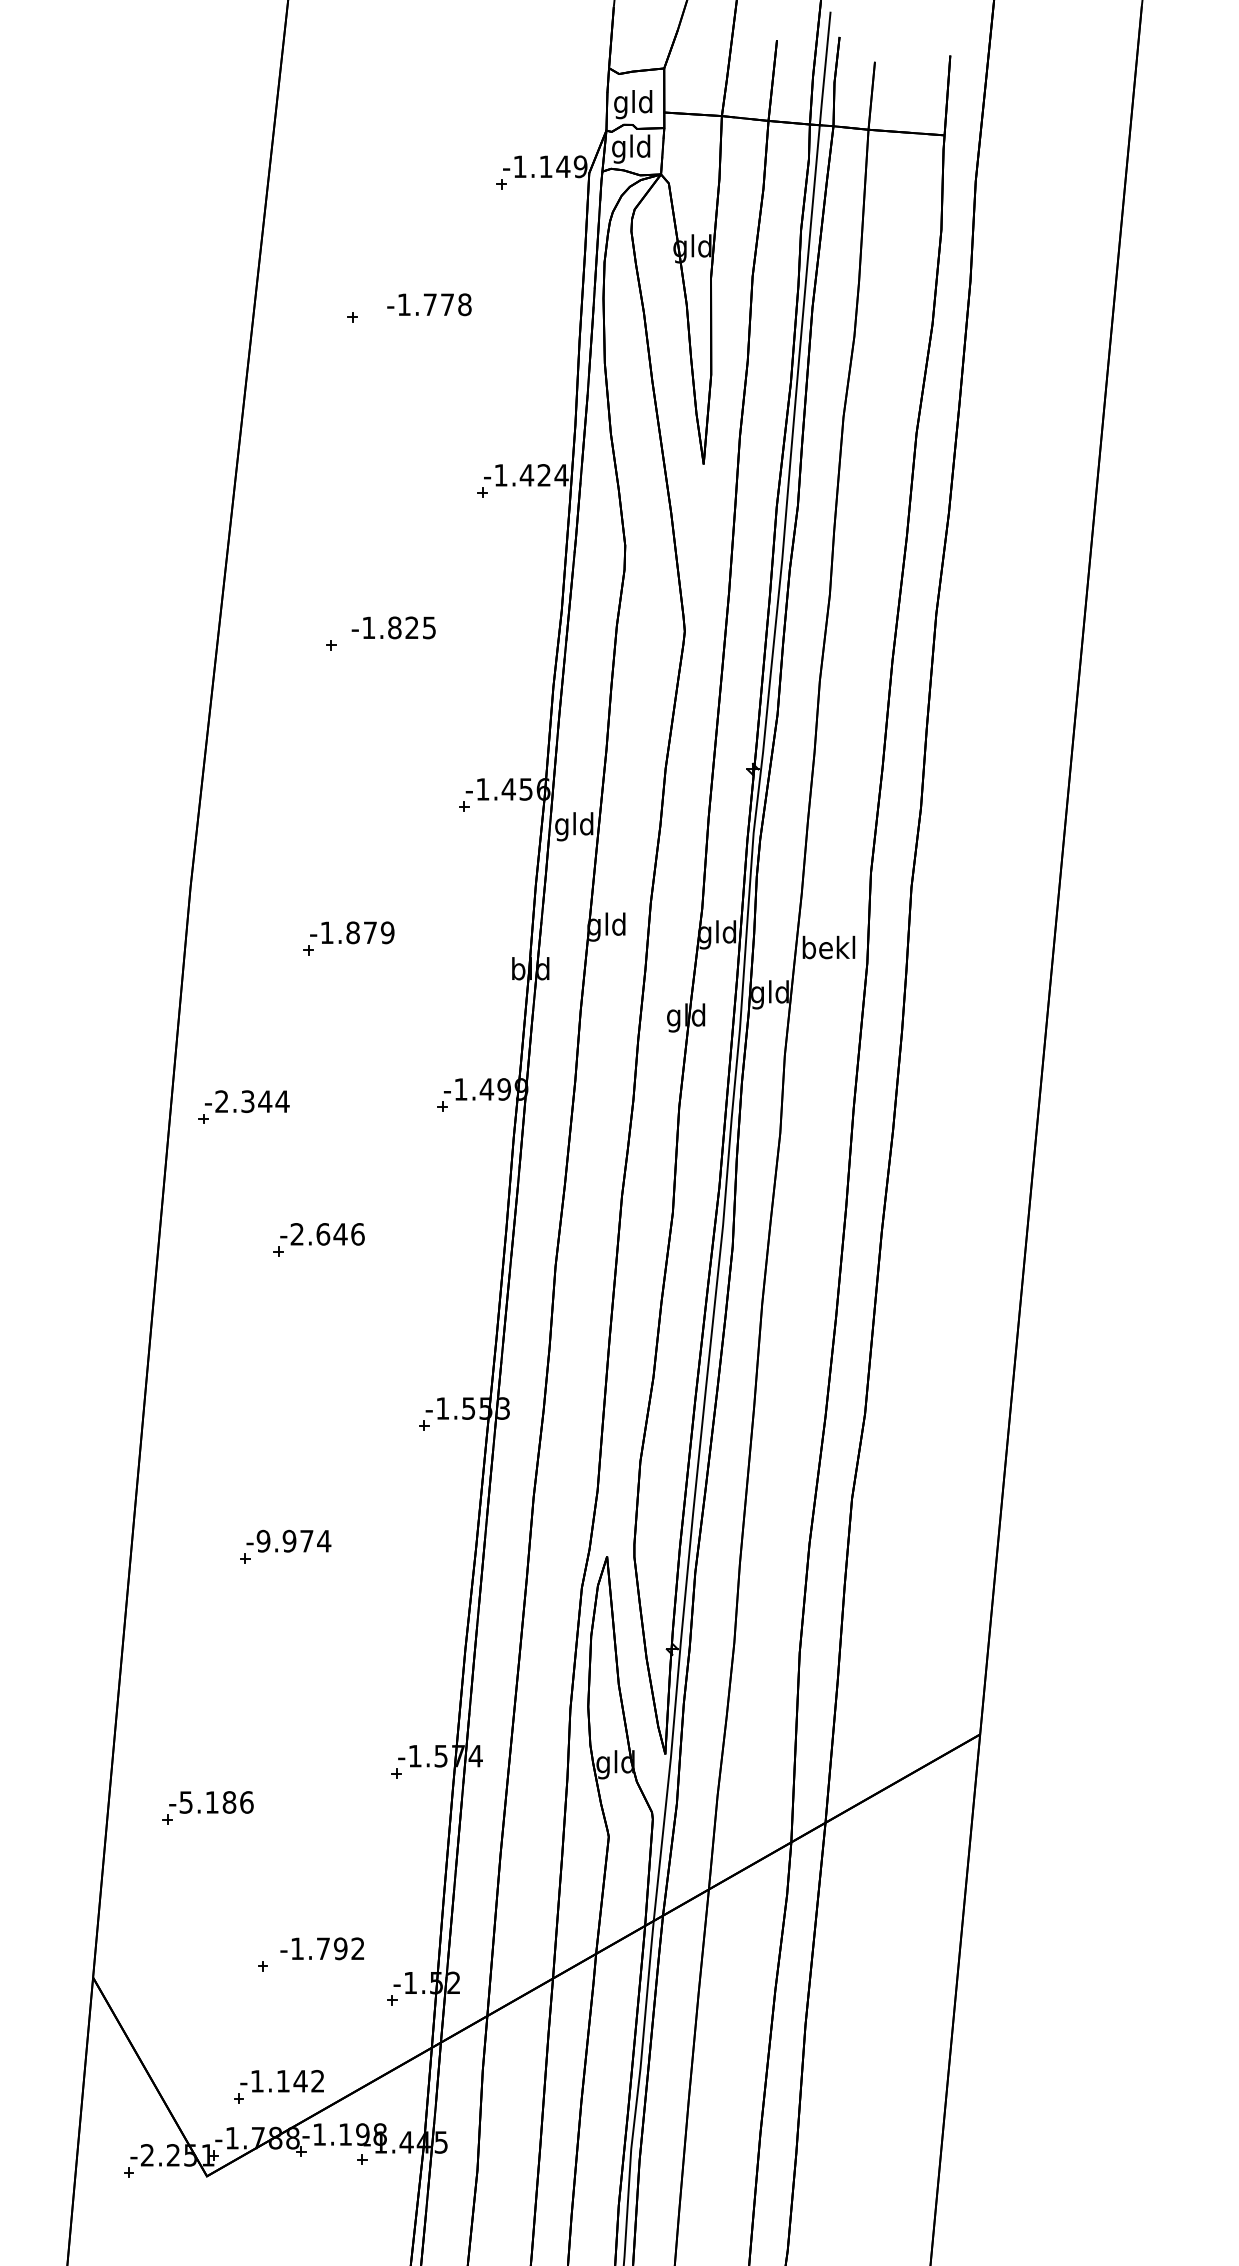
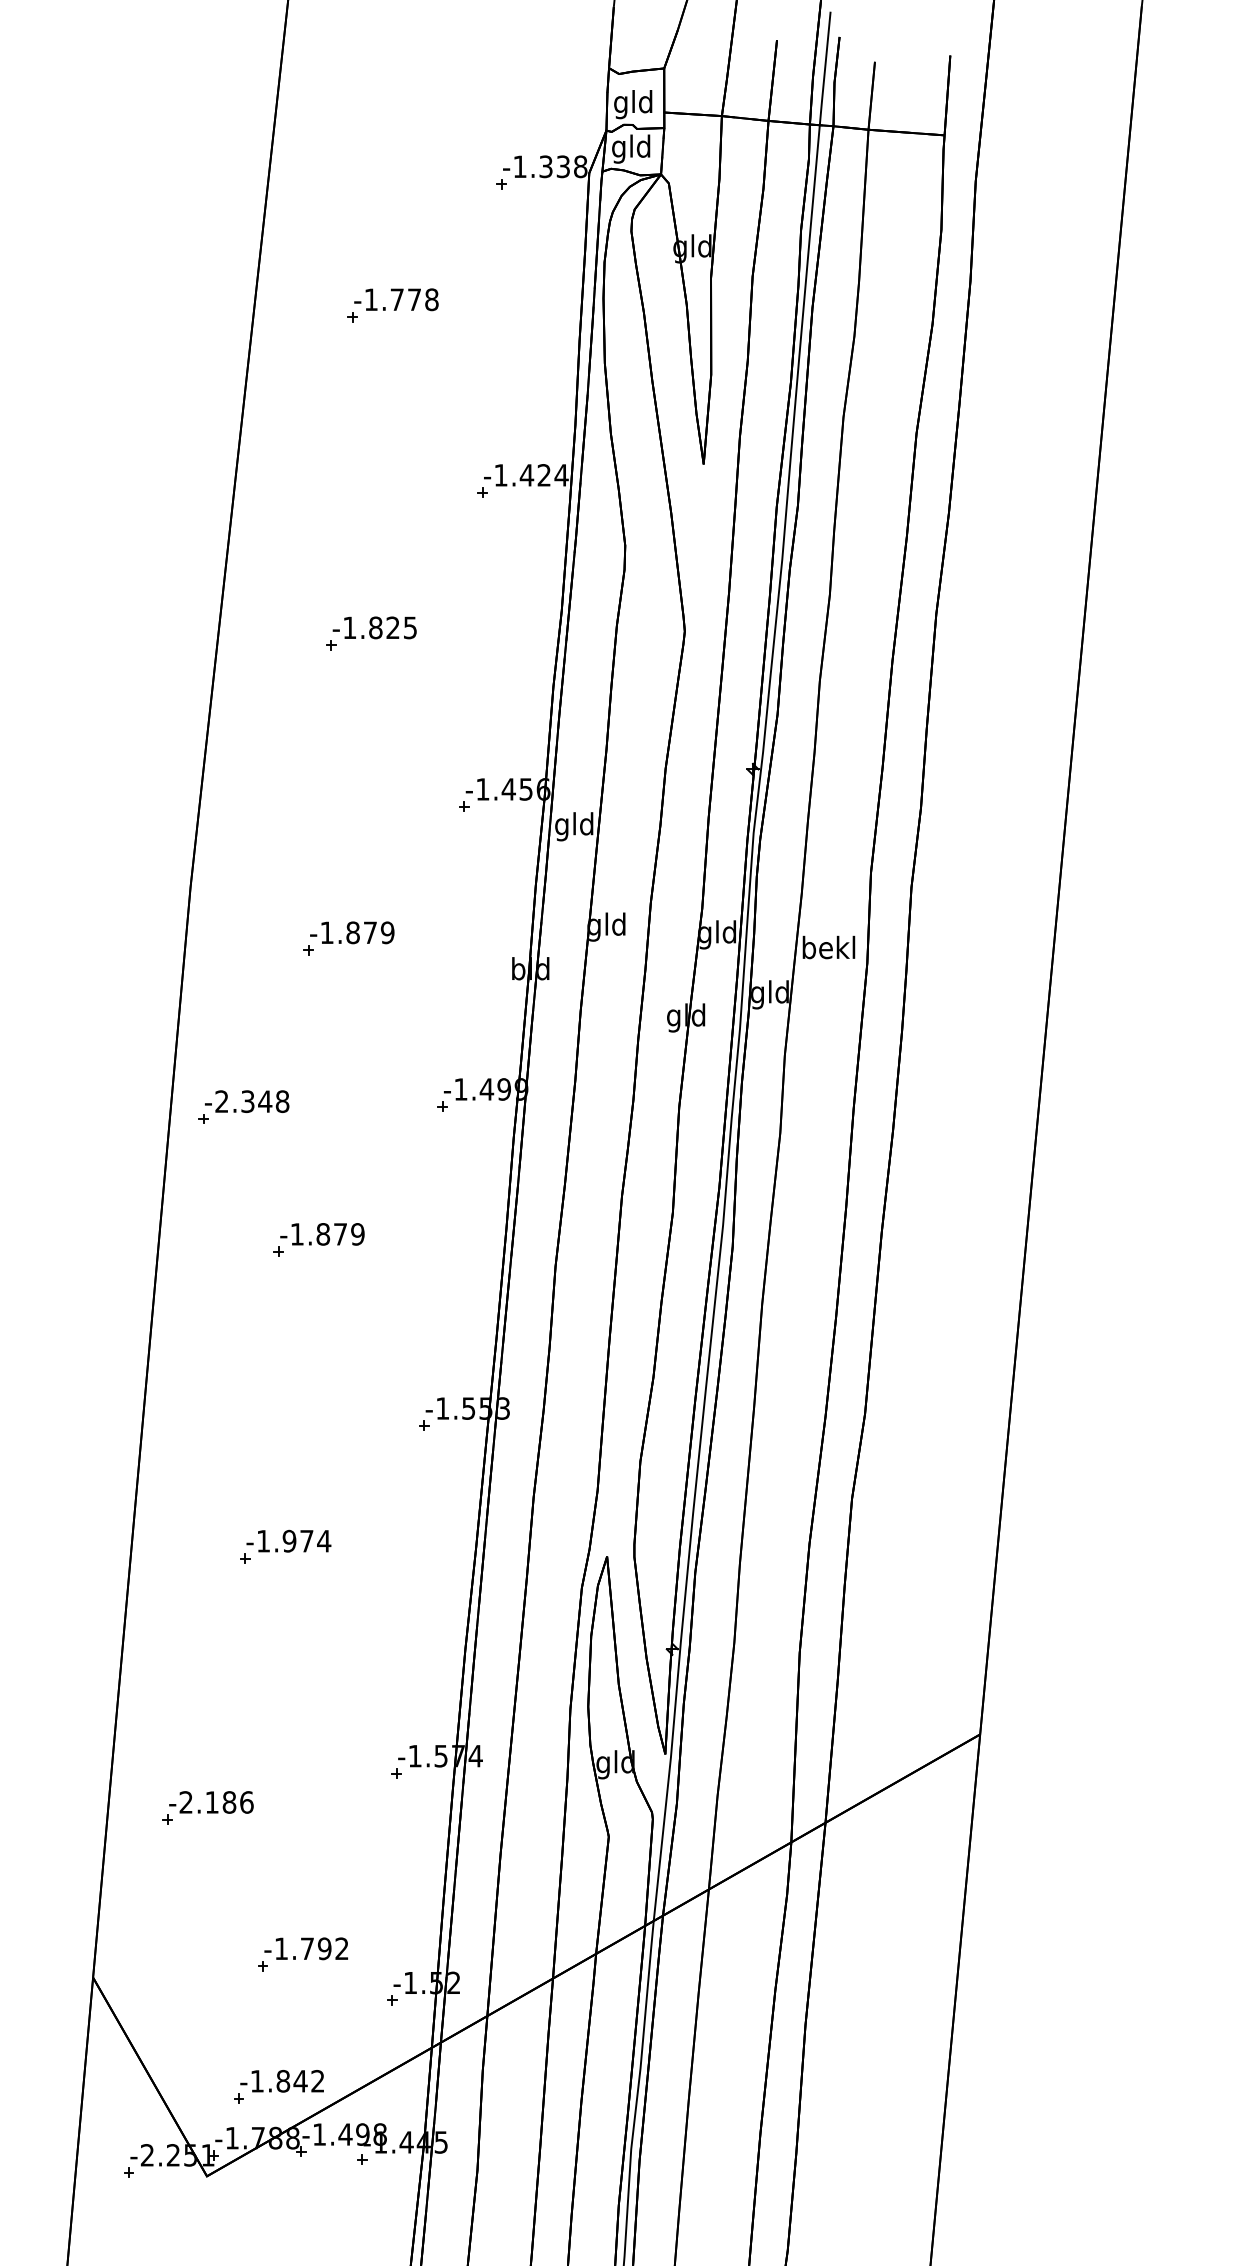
text at (563, 166): -1.149 -> -1.338
text at (429, 304) position: (429, 304) -> (396, 299)
text at (393, 627) position: (393, 627) -> (374, 627)
text at (282, 1101): -2.344 -> -2.348
text at (327, 1234): -2.646 -> -1.879
text at (263, 1540): -9.974 -> -1.974
text at (185, 1802): -5.186 -> -2.186
text at (321, 1948) position: (321, 1948) -> (305, 1948)
text at (283, 2080): -1.142 -> -1.842
text at (345, 2134): -1.198 -> -1.498
